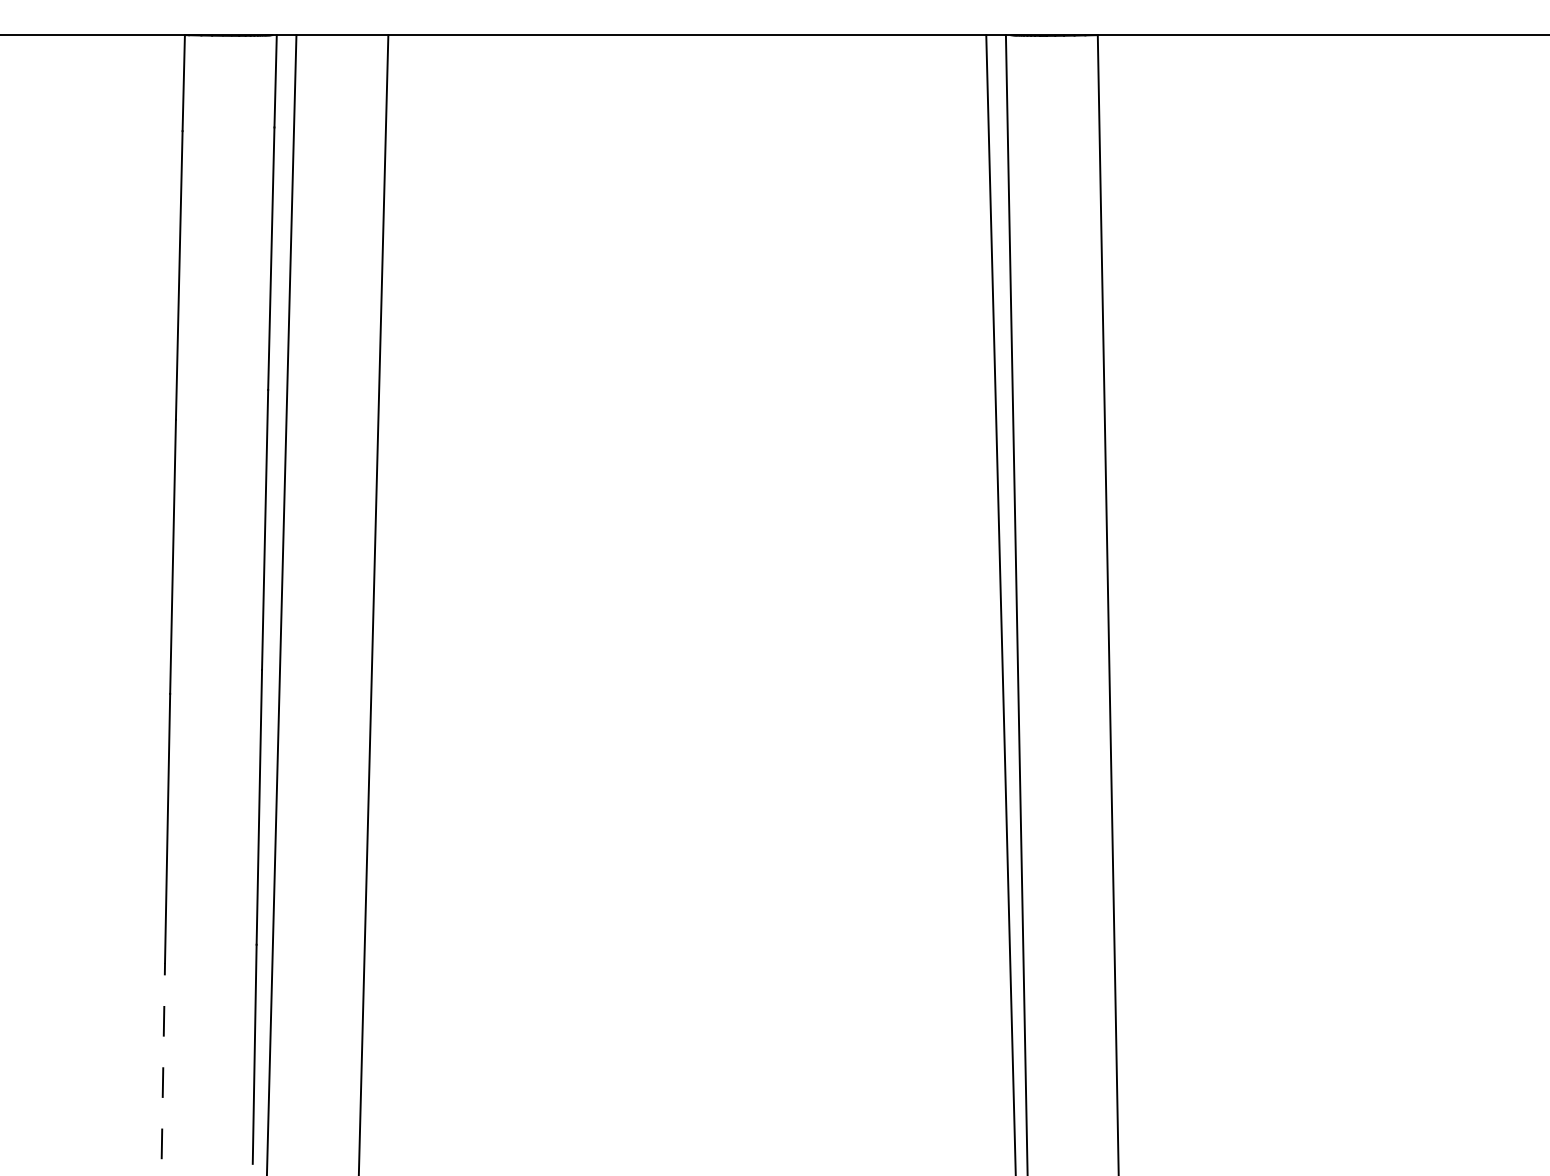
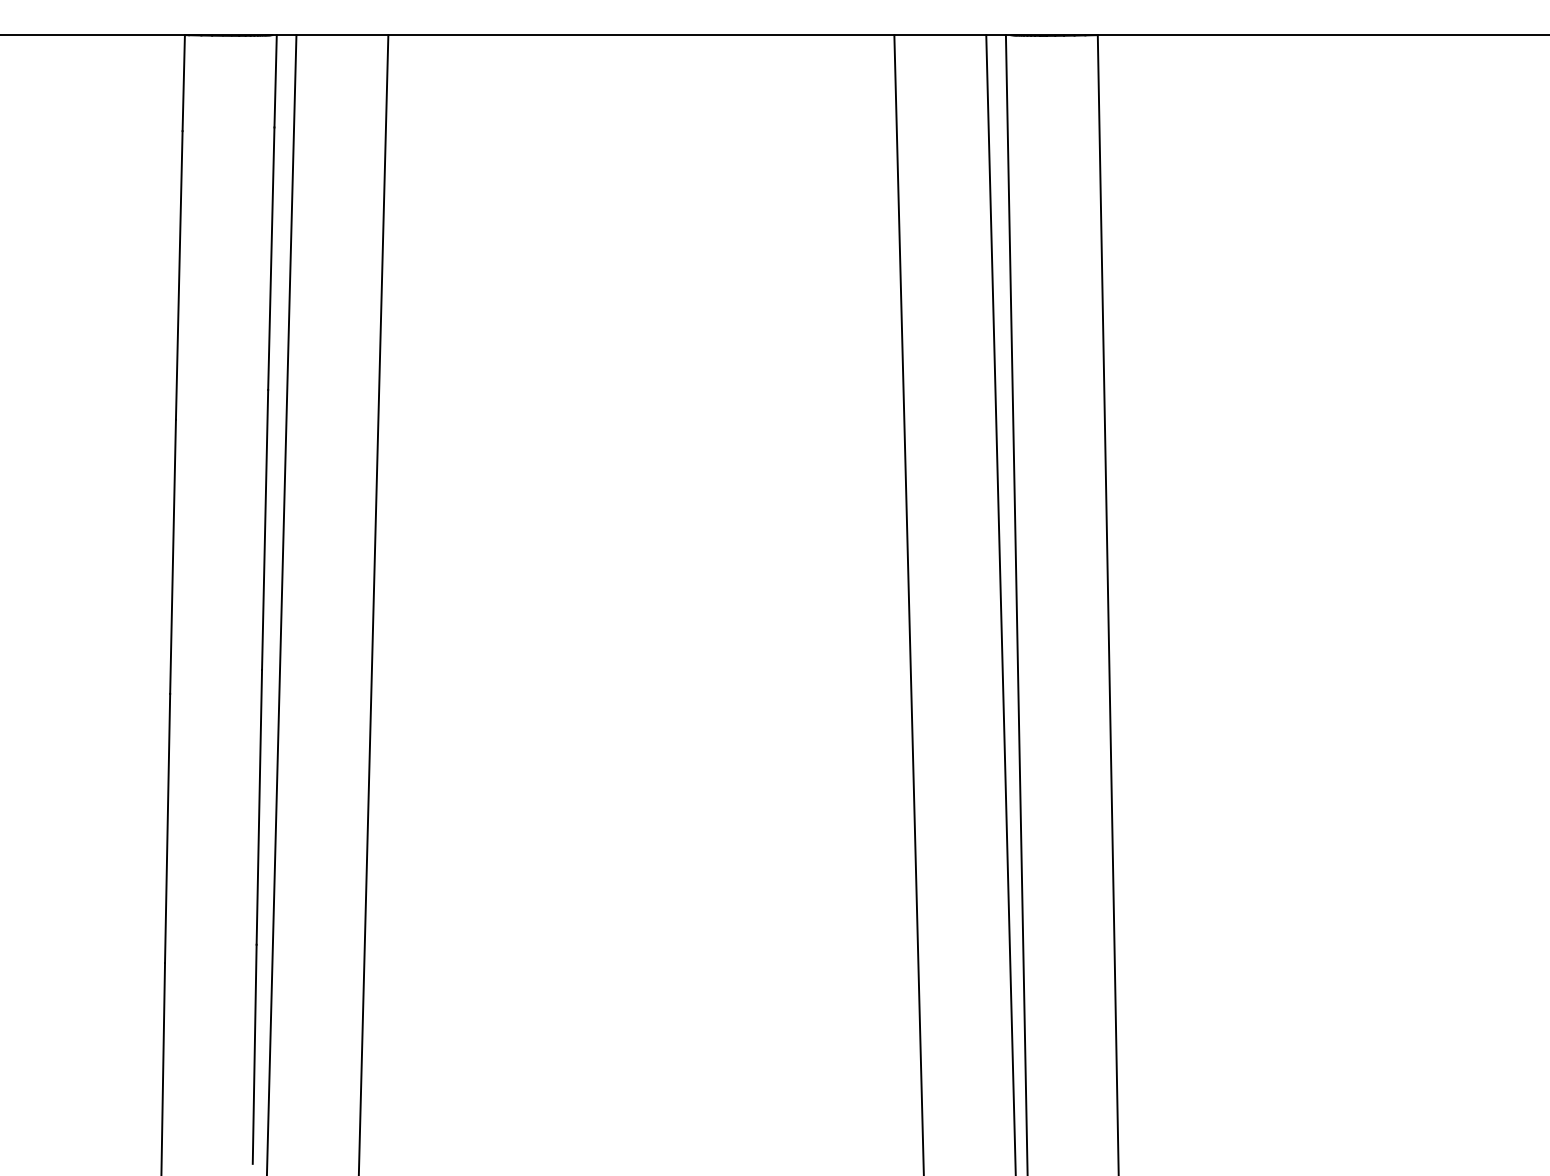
line at (908, 603): none -> present
line at (163, 1068): dashed -> solid
